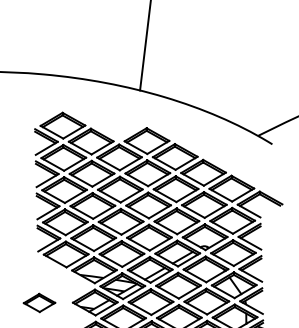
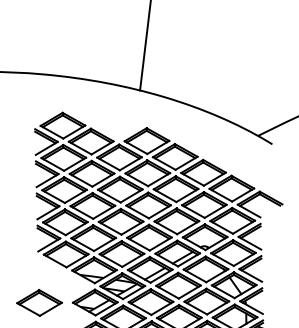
part at (39, 302) size: 35x22 px -> 47x28 px
